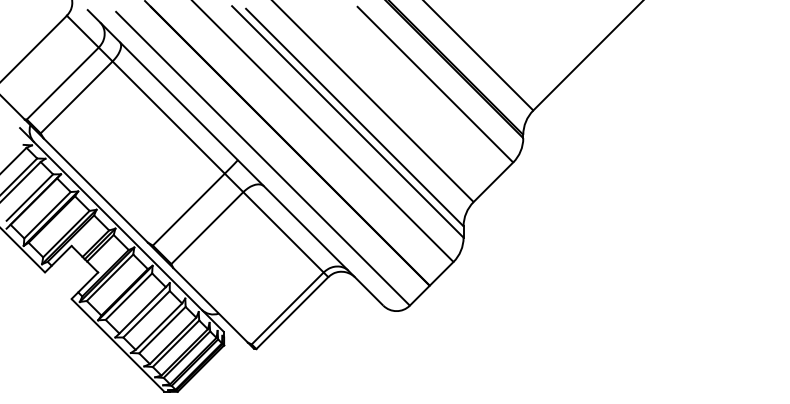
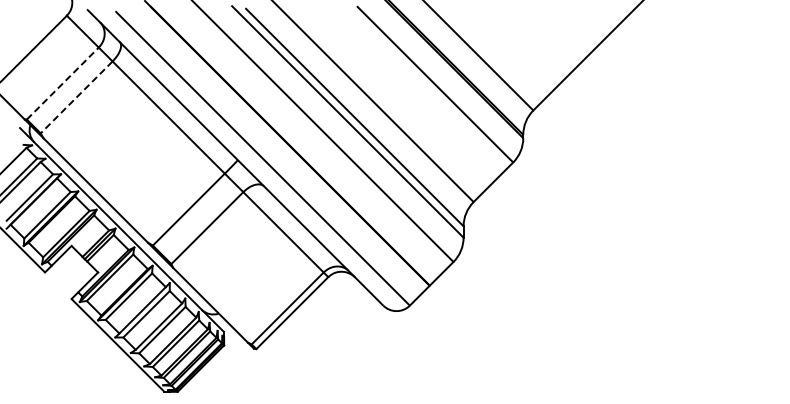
line at (62, 83): solid -> dashed
line at (76, 97): solid -> dashed
